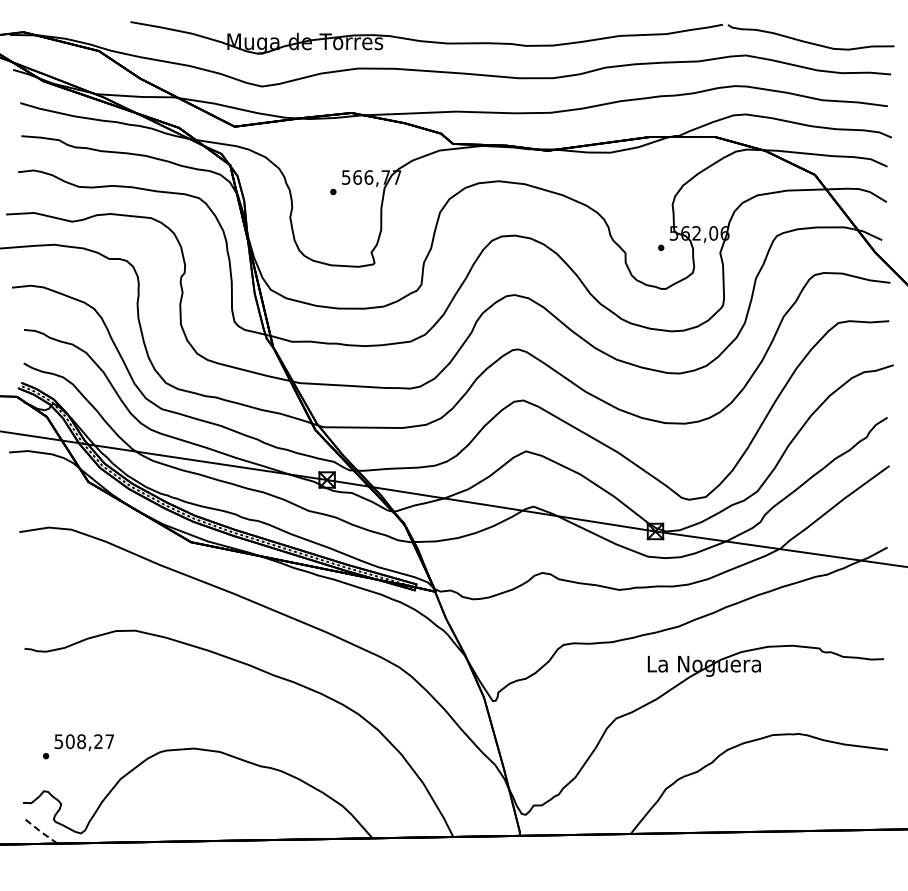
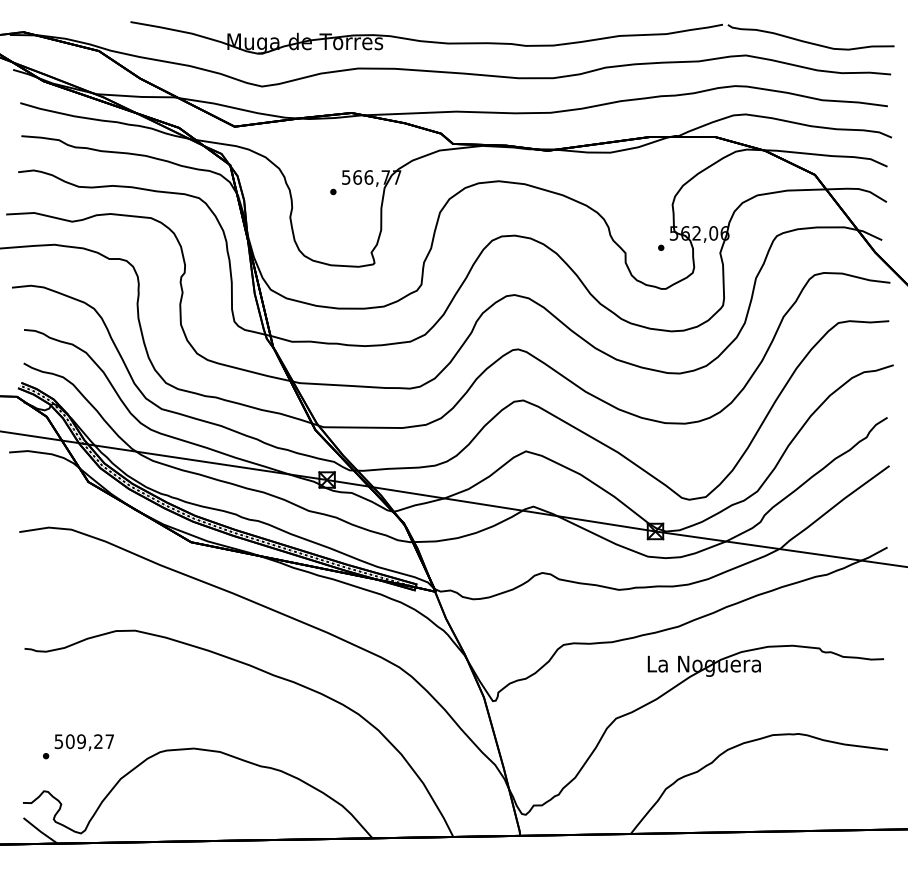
text at (81, 741): 508,27 -> 509,27
line at (40, 831): dashed -> solid
